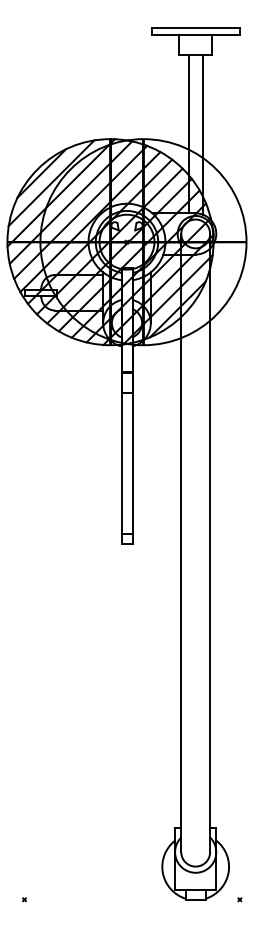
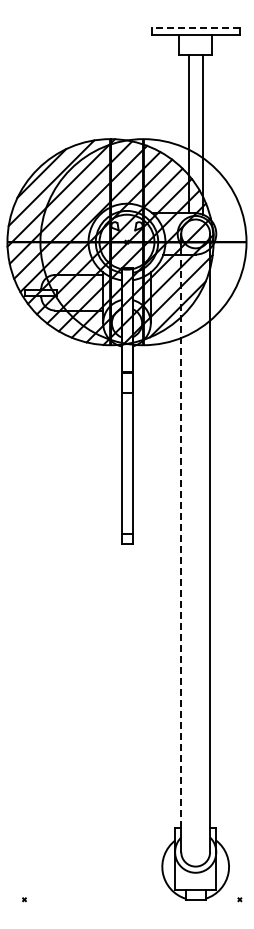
line at (195, 27): solid -> dashed
line at (181, 541): solid -> dashed
